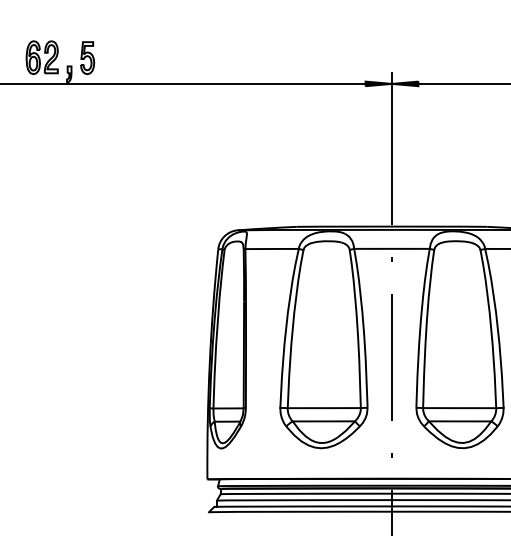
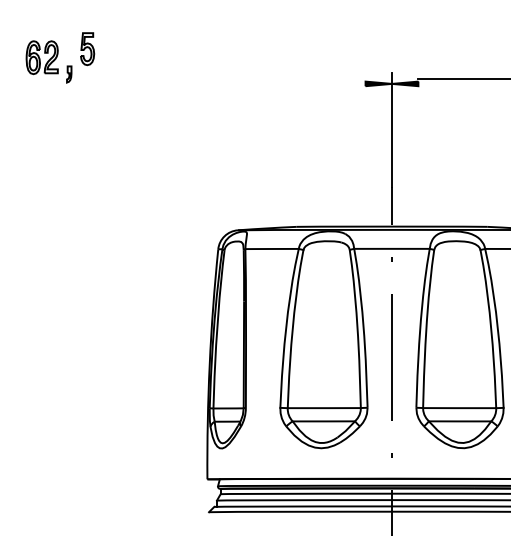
part at (87, 58) position: (87, 58) -> (87, 49)
line at (183, 83): present -> none
line at (462, 83) position: (462, 83) -> (462, 78)
